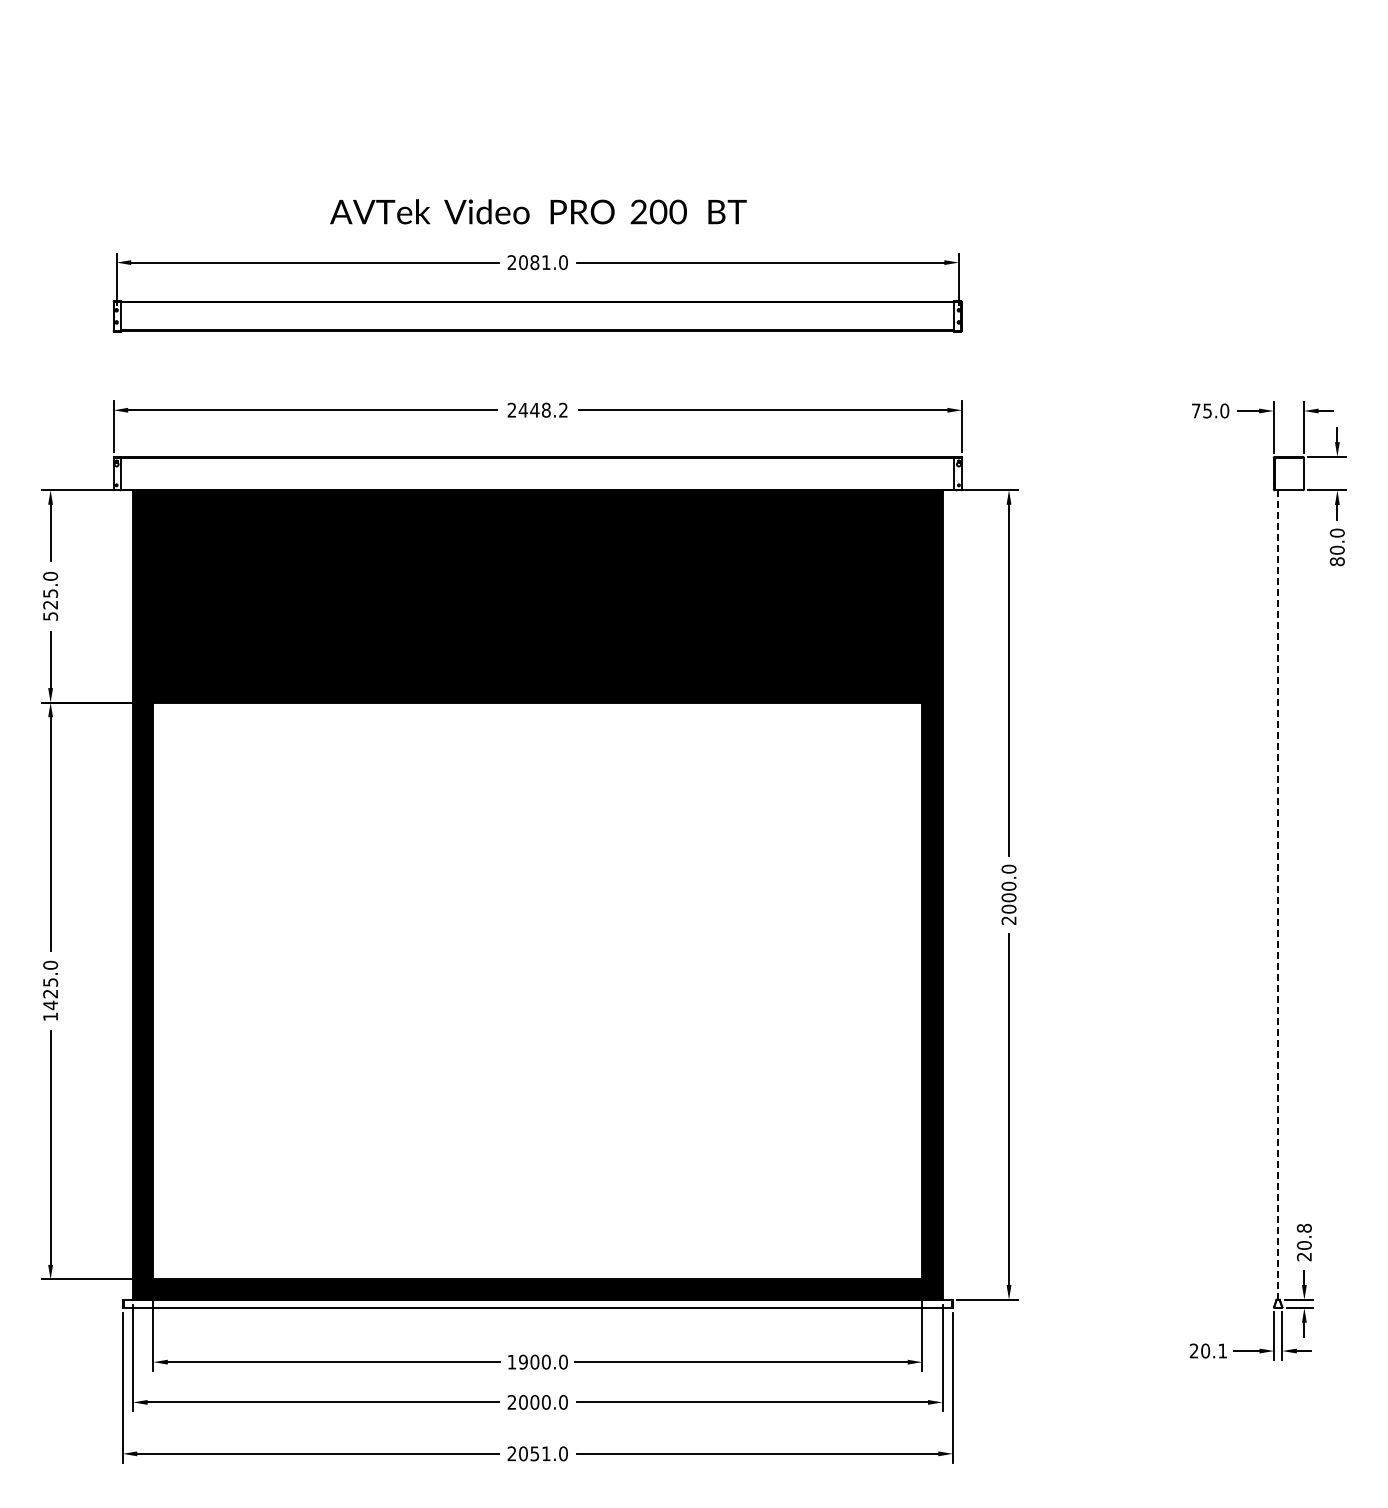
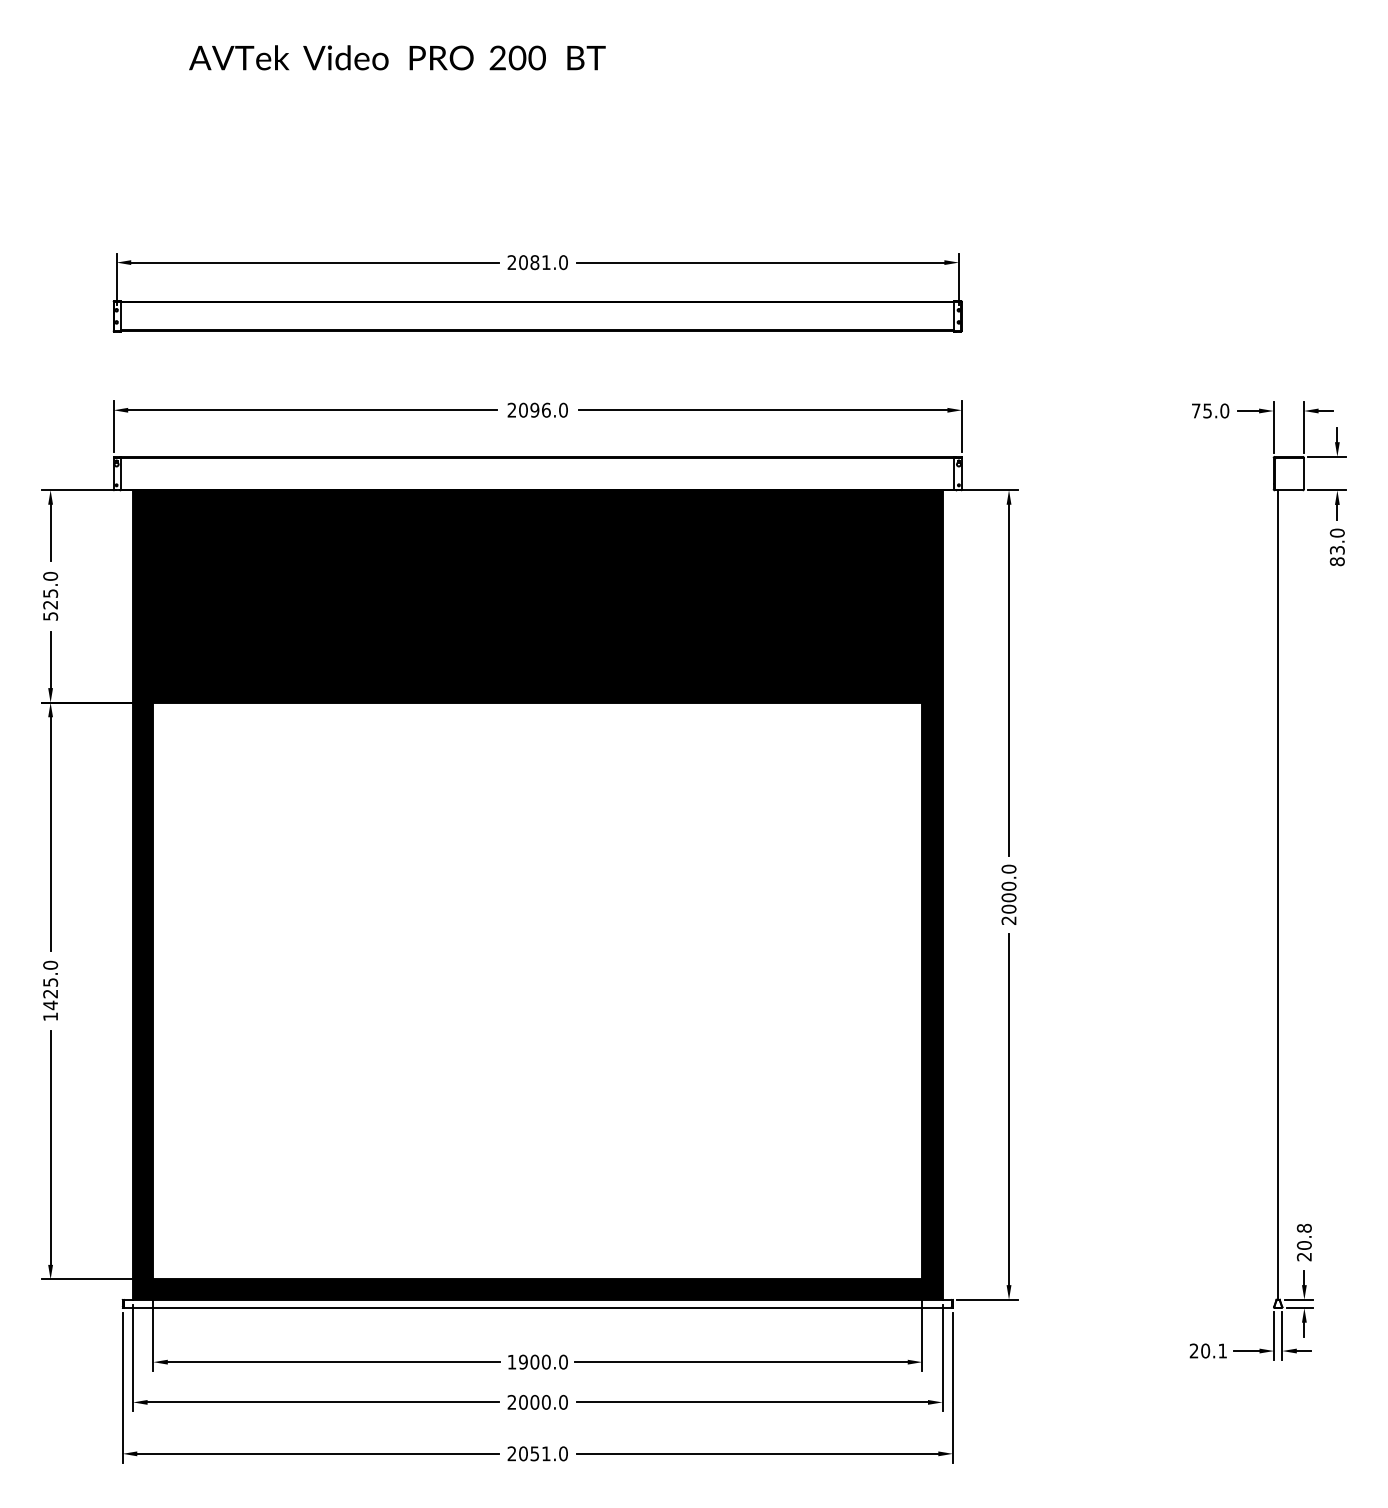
text at (538, 211) position: (538, 211) -> (397, 57)
text at (542, 409): 2448.2 -> 2096.0
text at (1337, 549): 80.0 -> 83.0
line at (1278, 895): dashed -> solid
